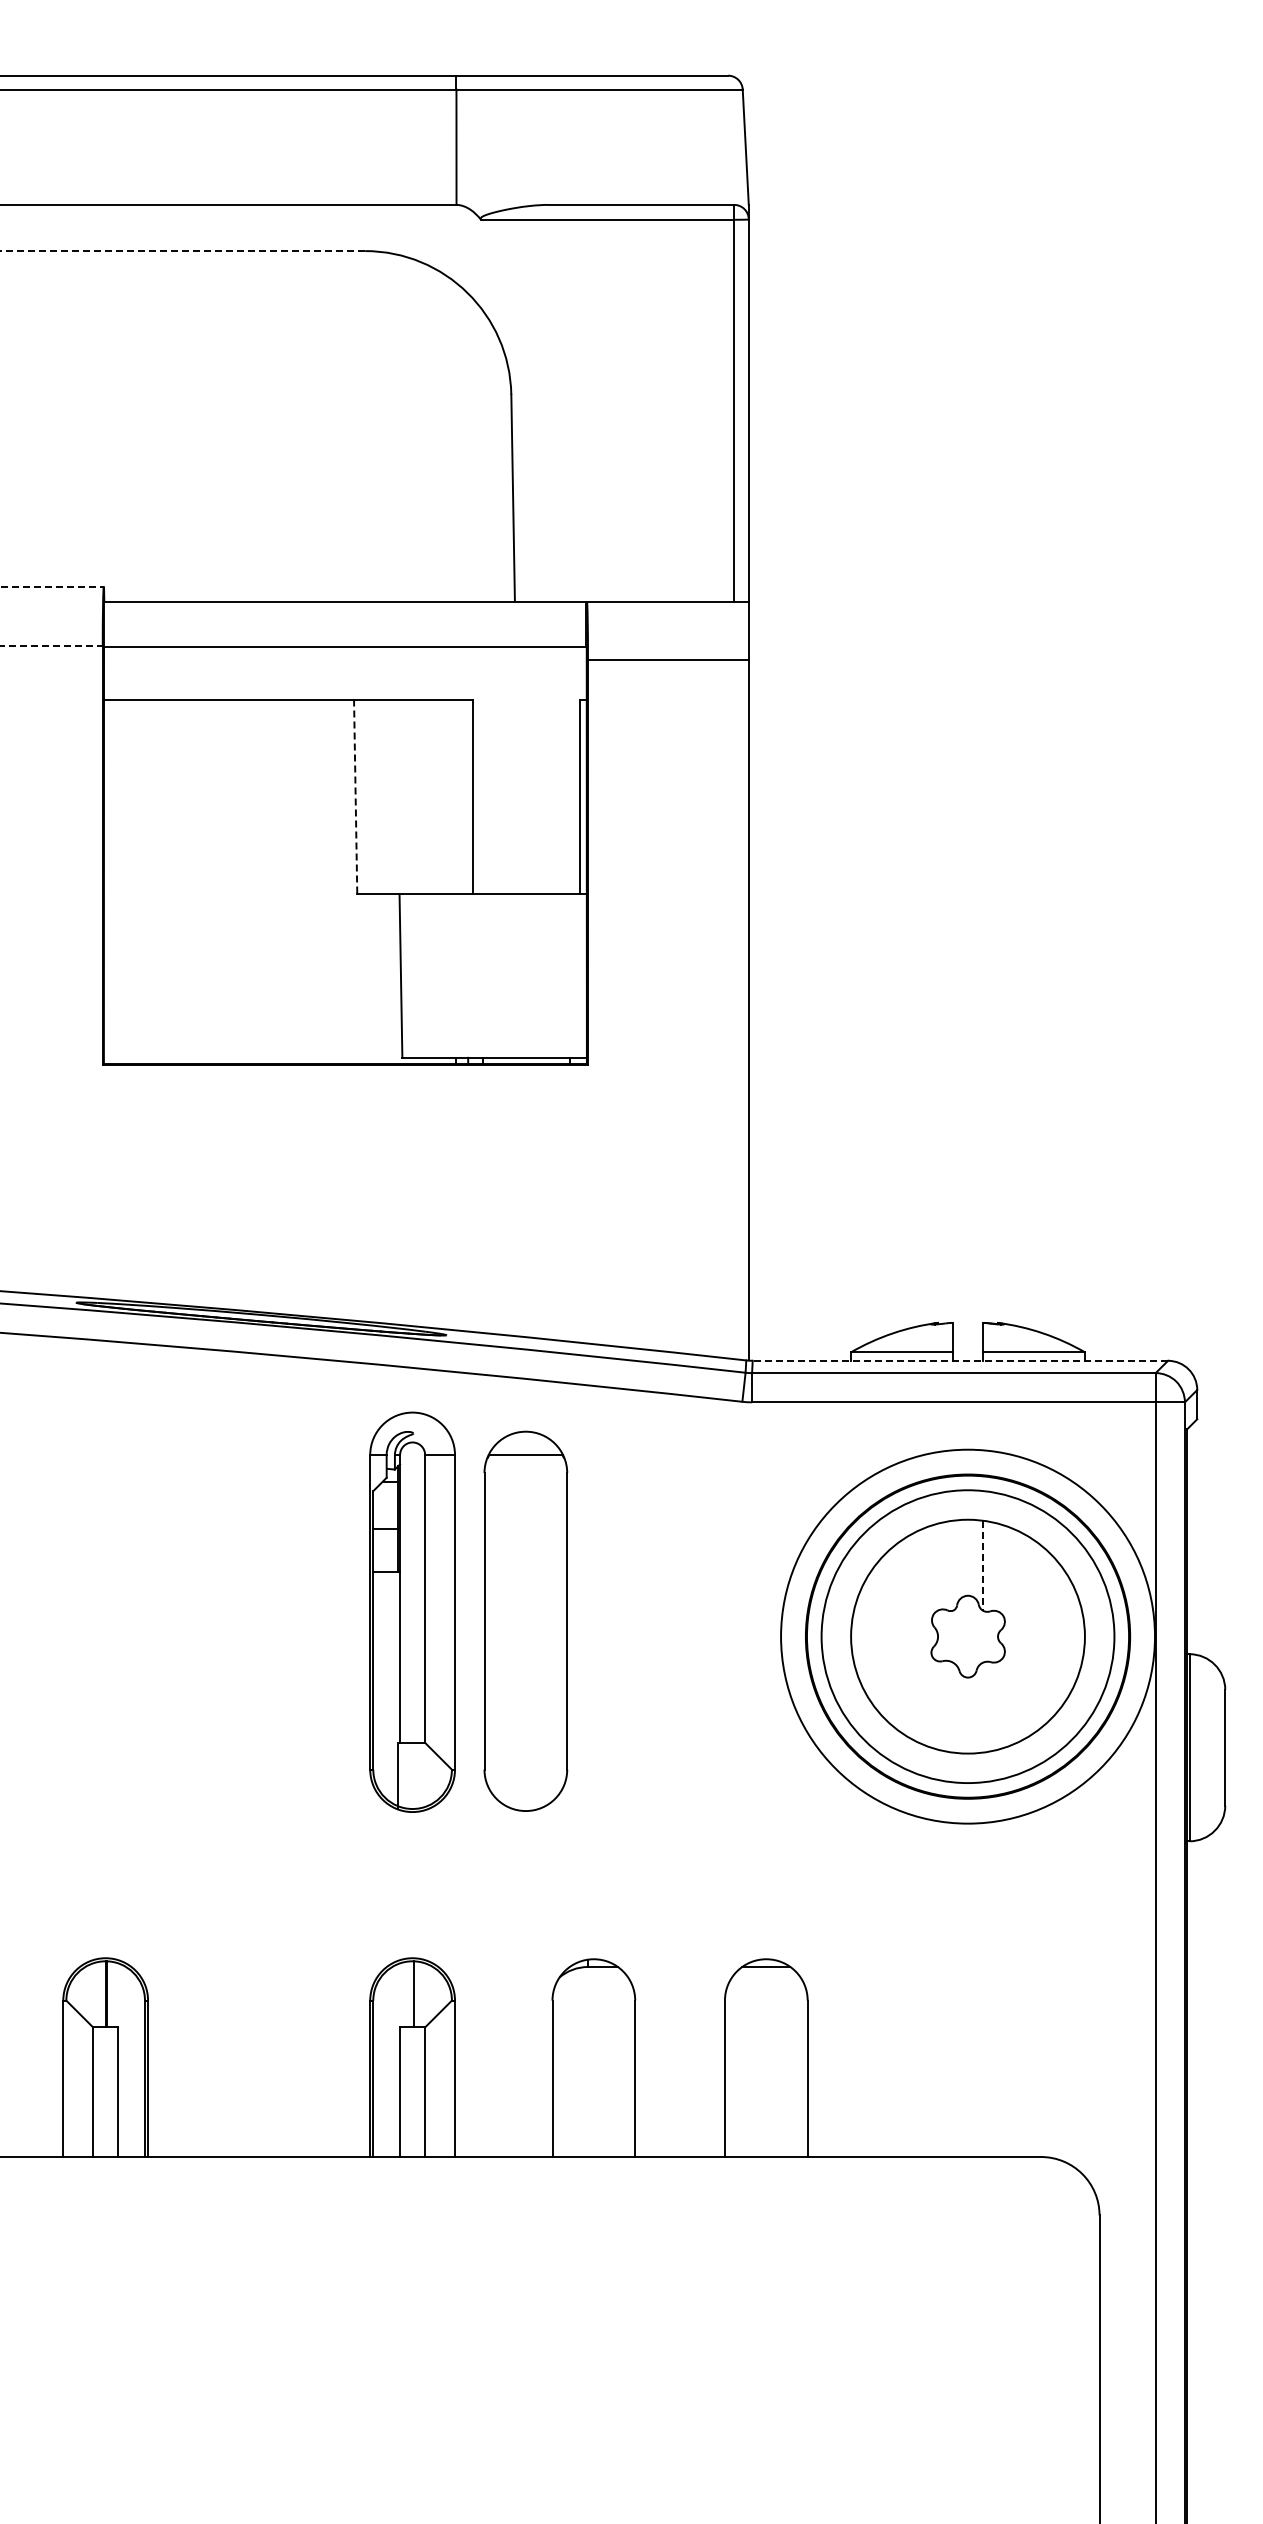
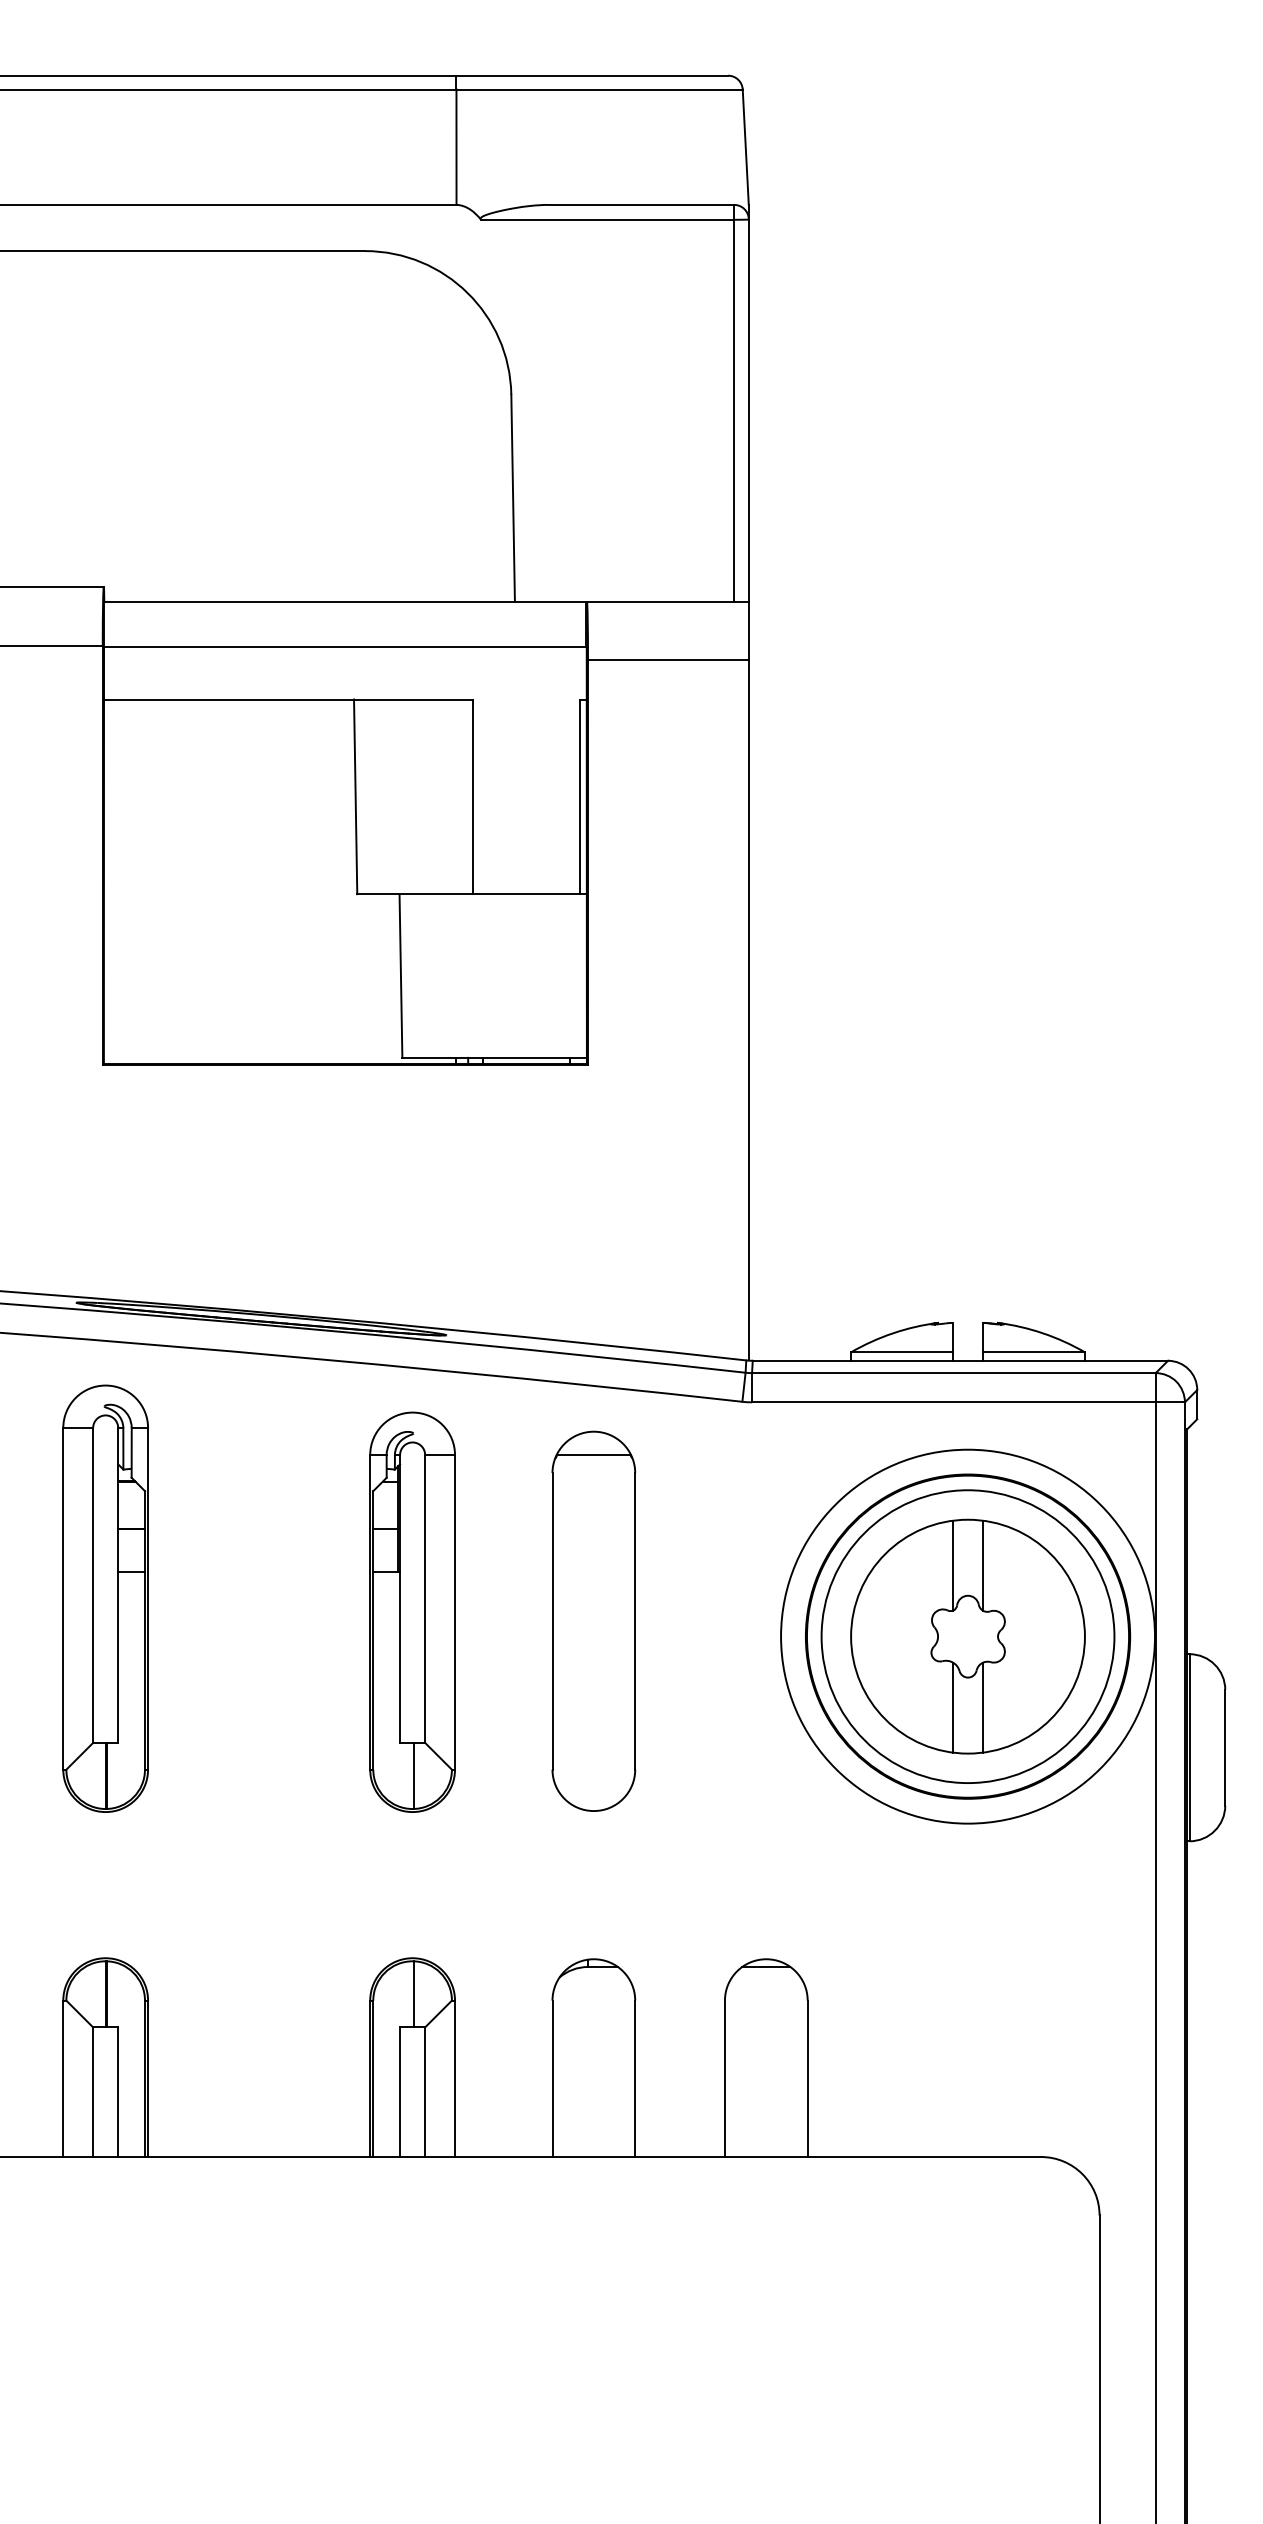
line at (182, 251): dashed -> solid
line at (52, 587): dashed -> solid
line at (51, 645): dashed -> solid
line at (355, 797): dashed -> solid
line at (960, 1360): dashed -> solid
line at (953, 1565): none -> present
line at (982, 1565): dashed -> solid
part at (105, 1598): none -> present
part at (525, 1620) position: (525, 1620) -> (593, 1620)
line at (953, 1707): none -> present
line at (982, 1707): none -> present
line at (398, 1775) position: (398, 1775) -> (414, 1775)
